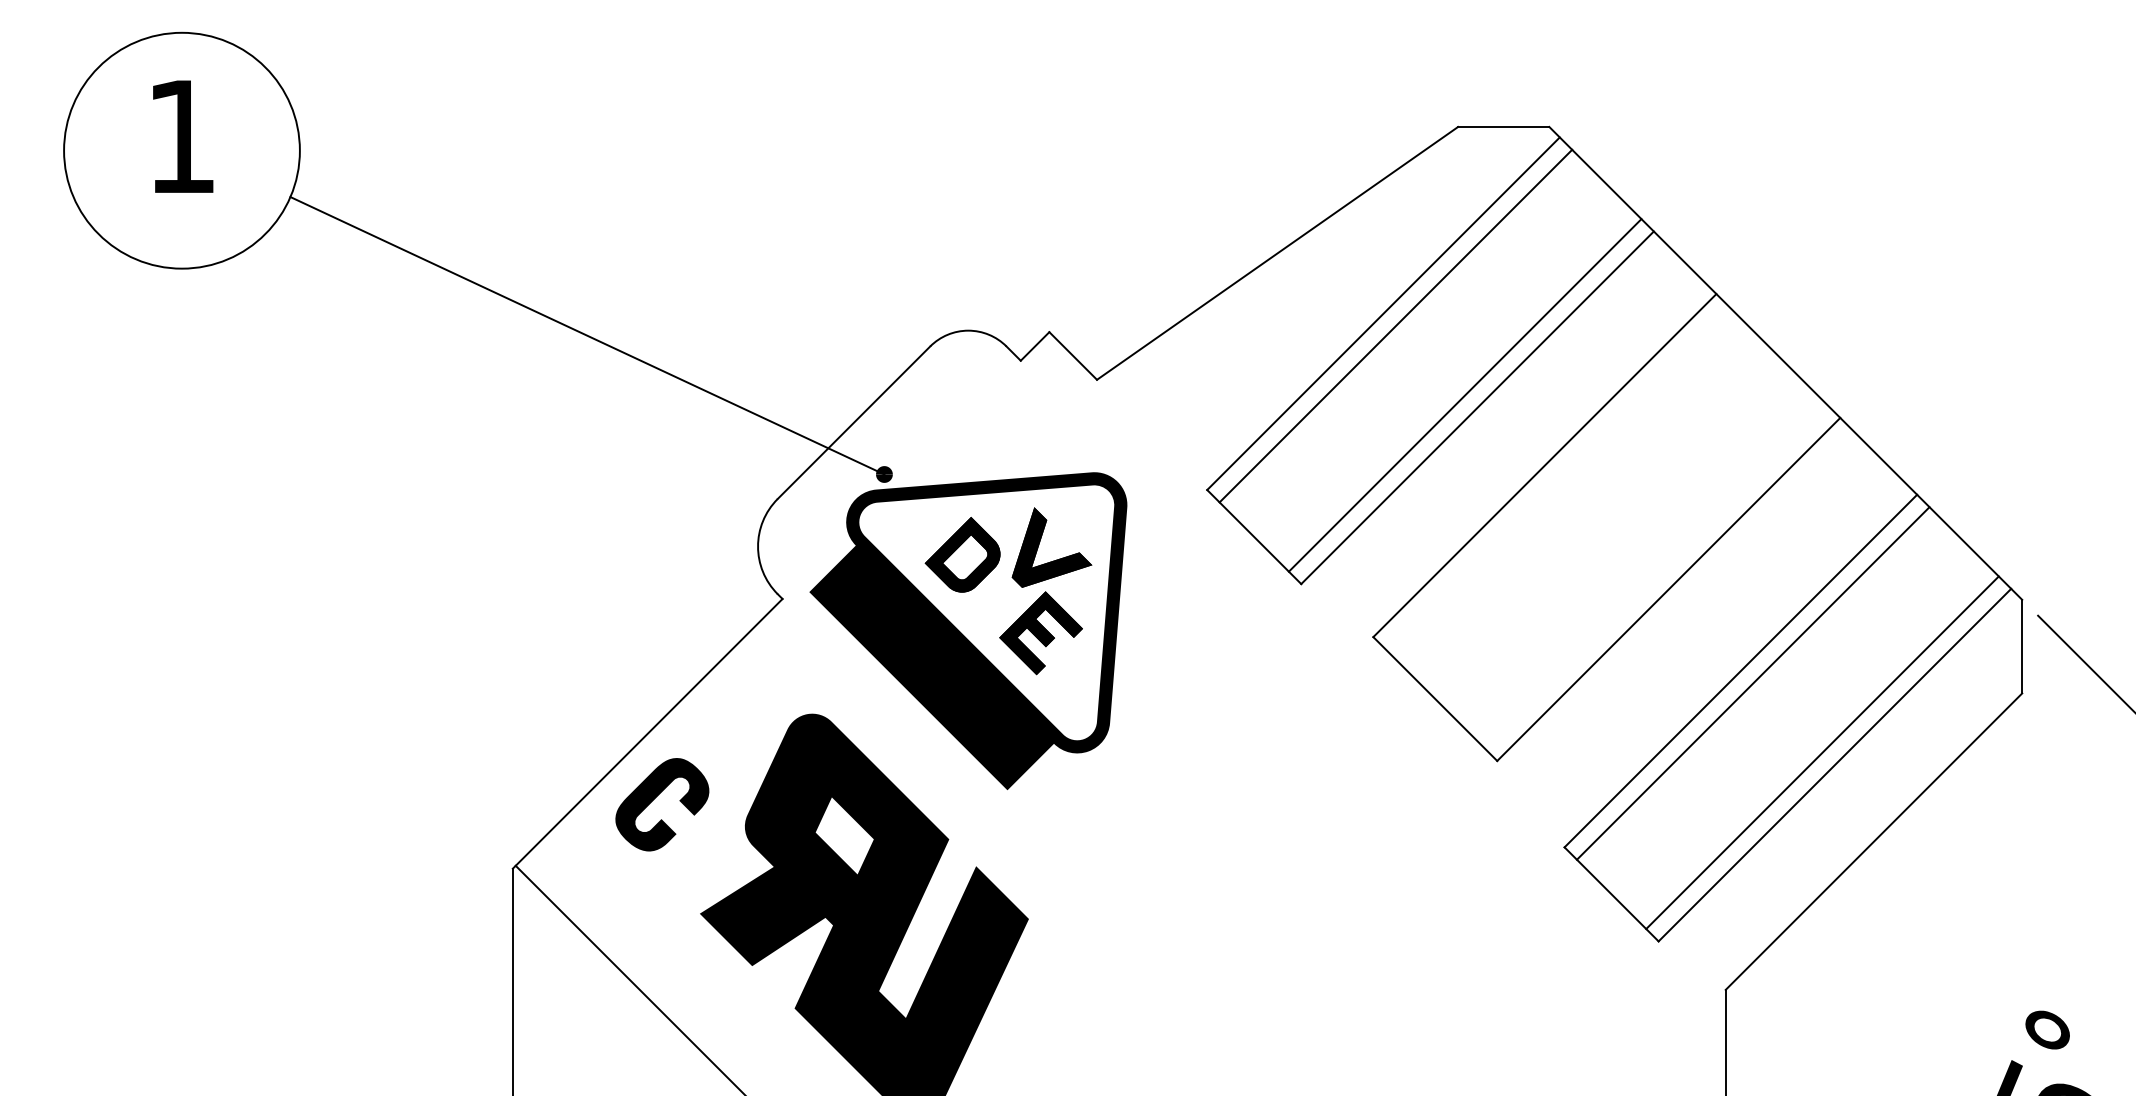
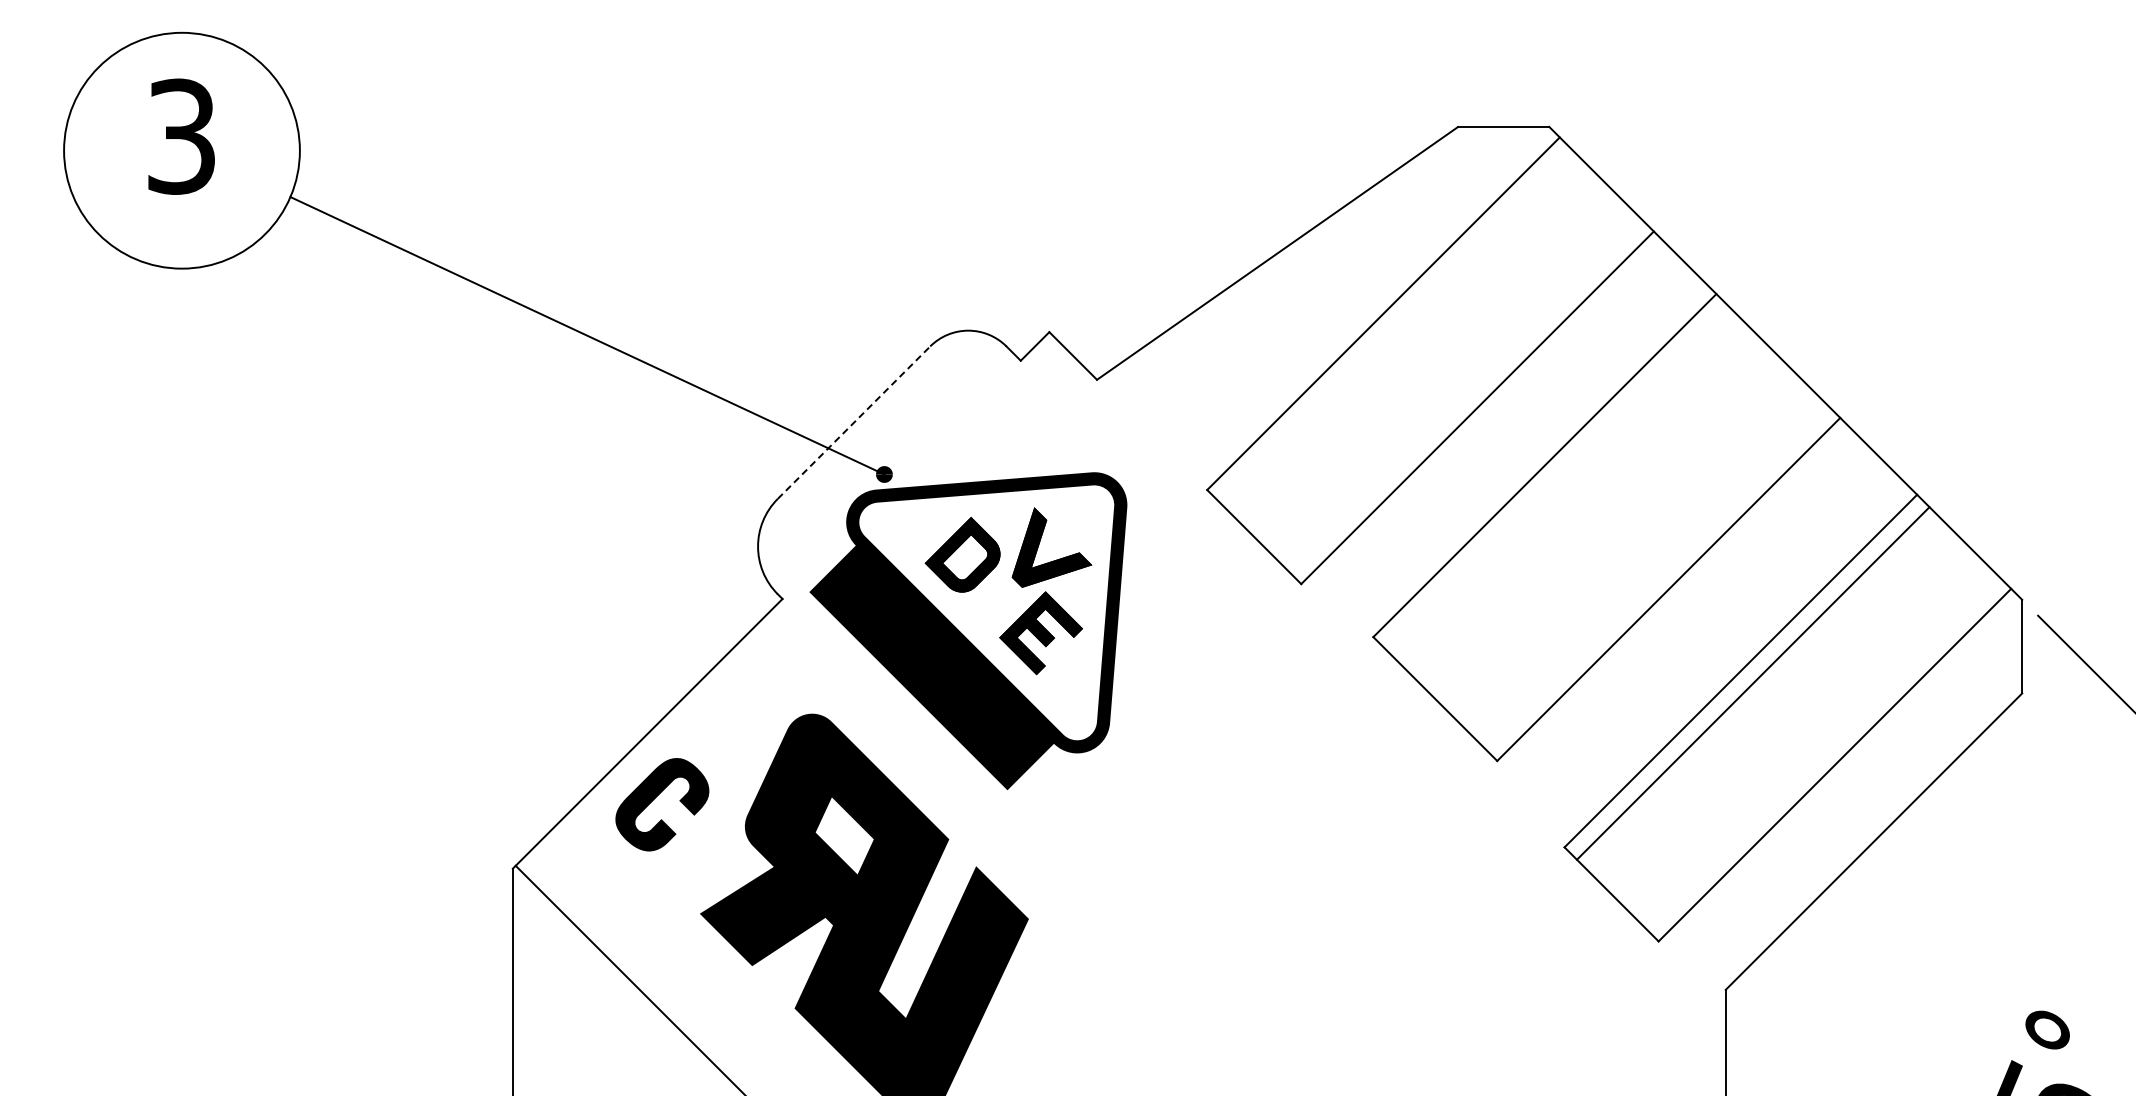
text at (181, 136): 1 -> 3
line at (1395, 325): present -> none
line at (1464, 395): present -> none
line at (854, 422): solid -> dashed
line at (1822, 752): present -> none
